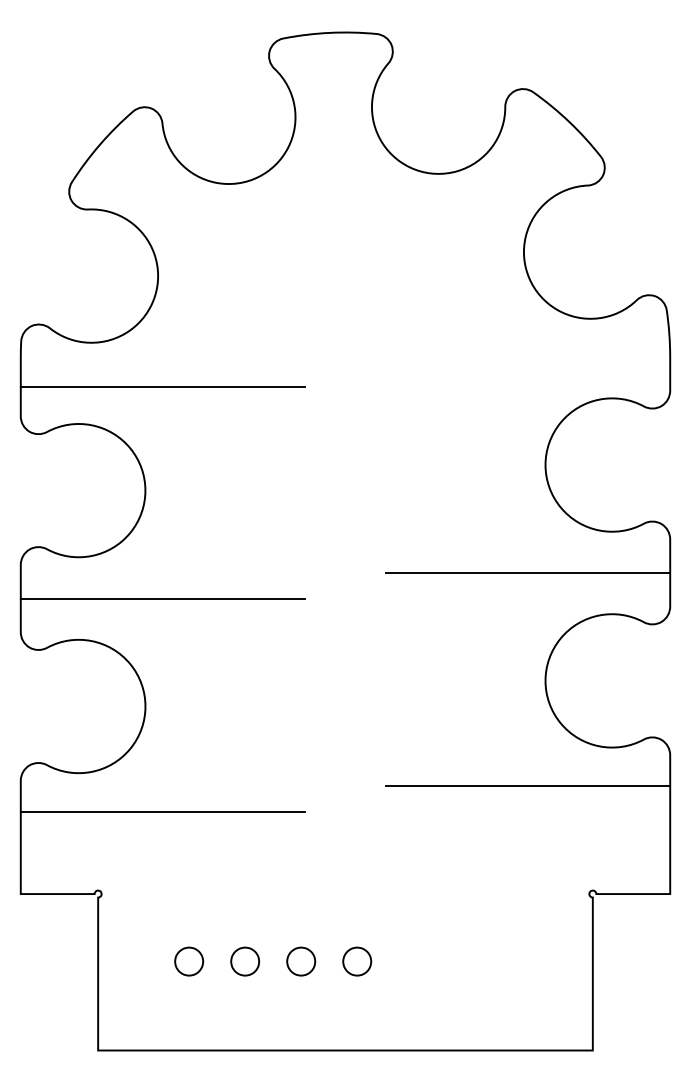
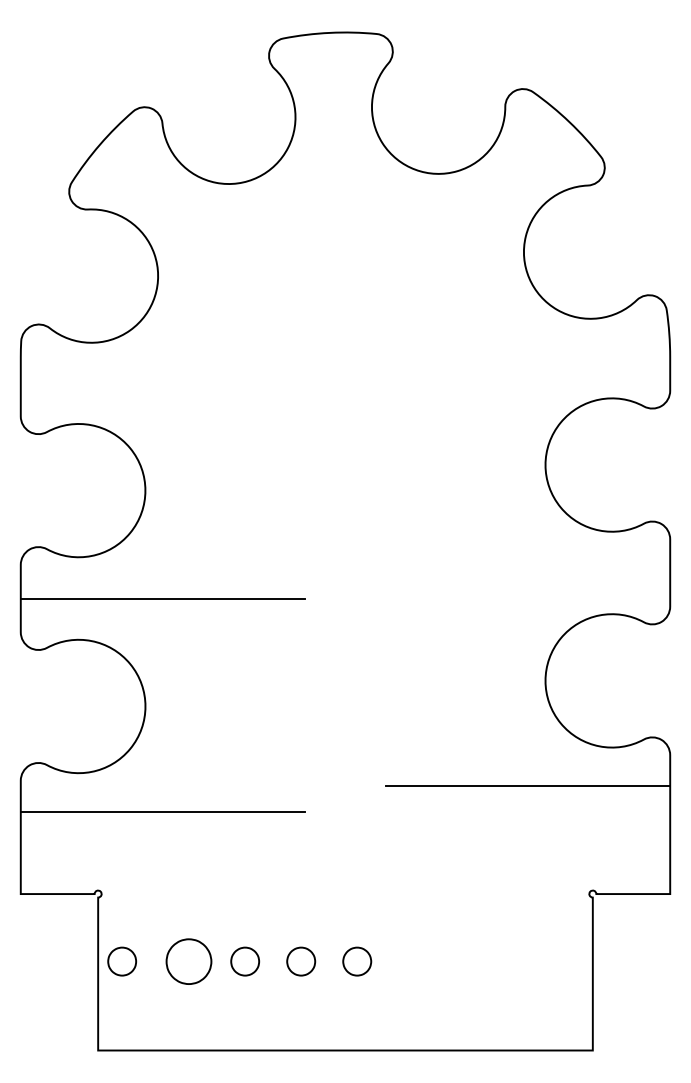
line at (162, 386): present -> none
line at (527, 572): present -> none
part at (122, 961): none -> present
part at (189, 961) size: 31x31 px -> 48x47 px
